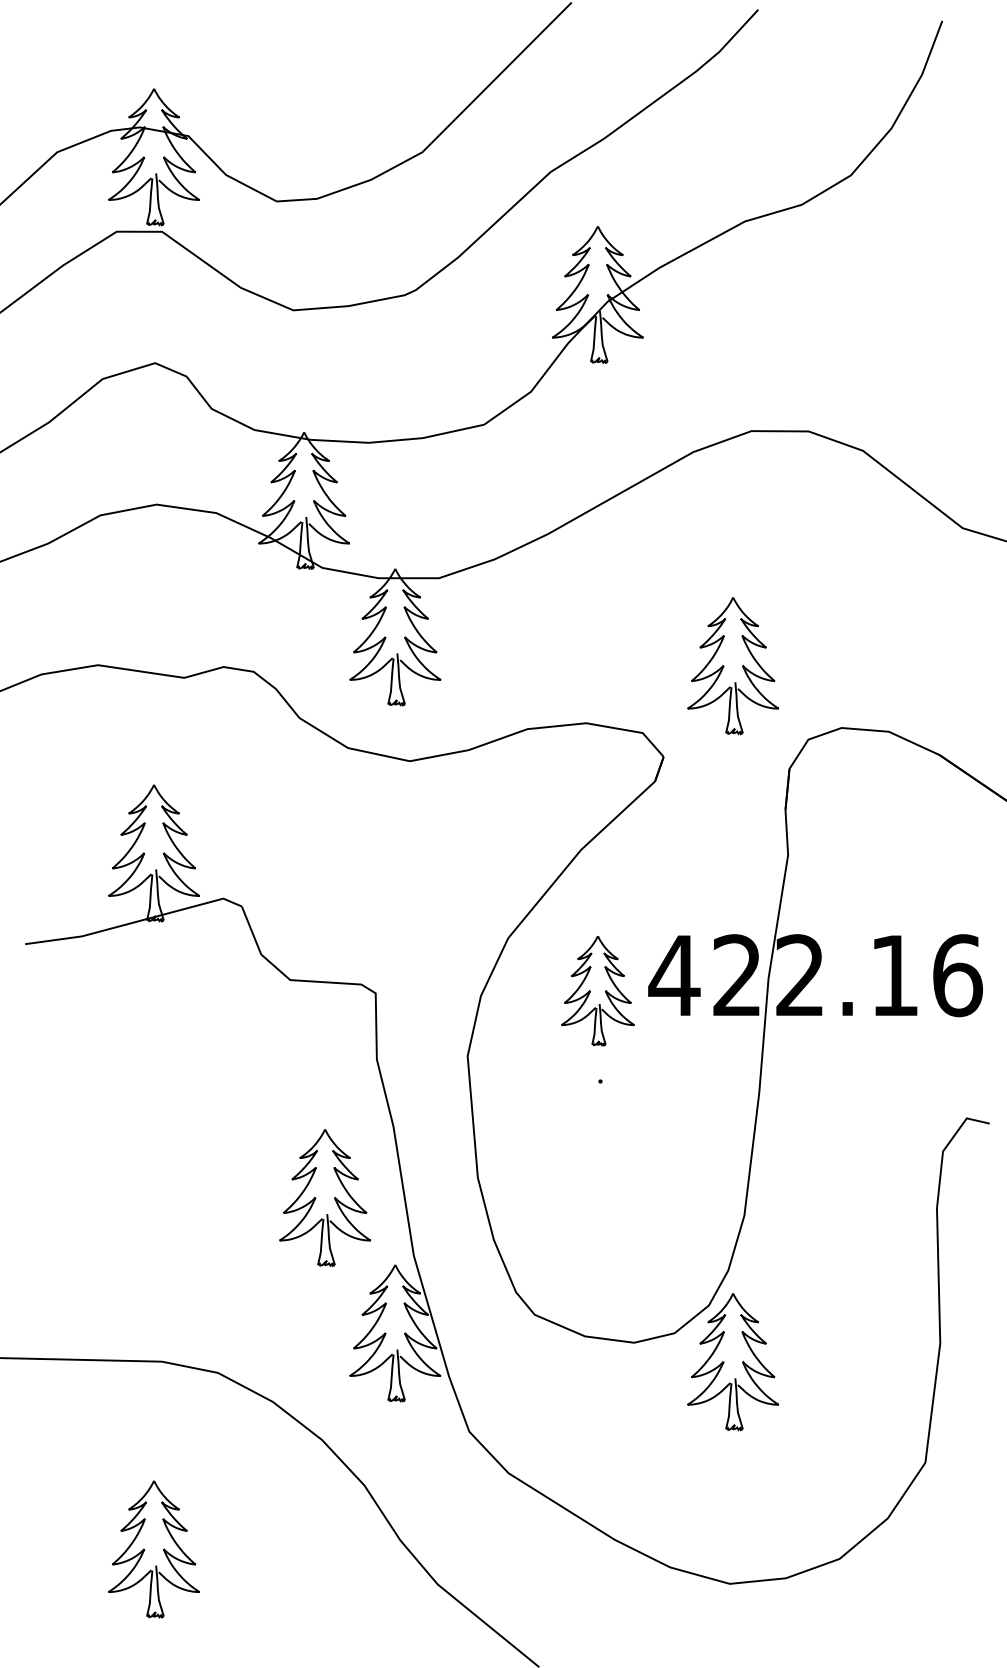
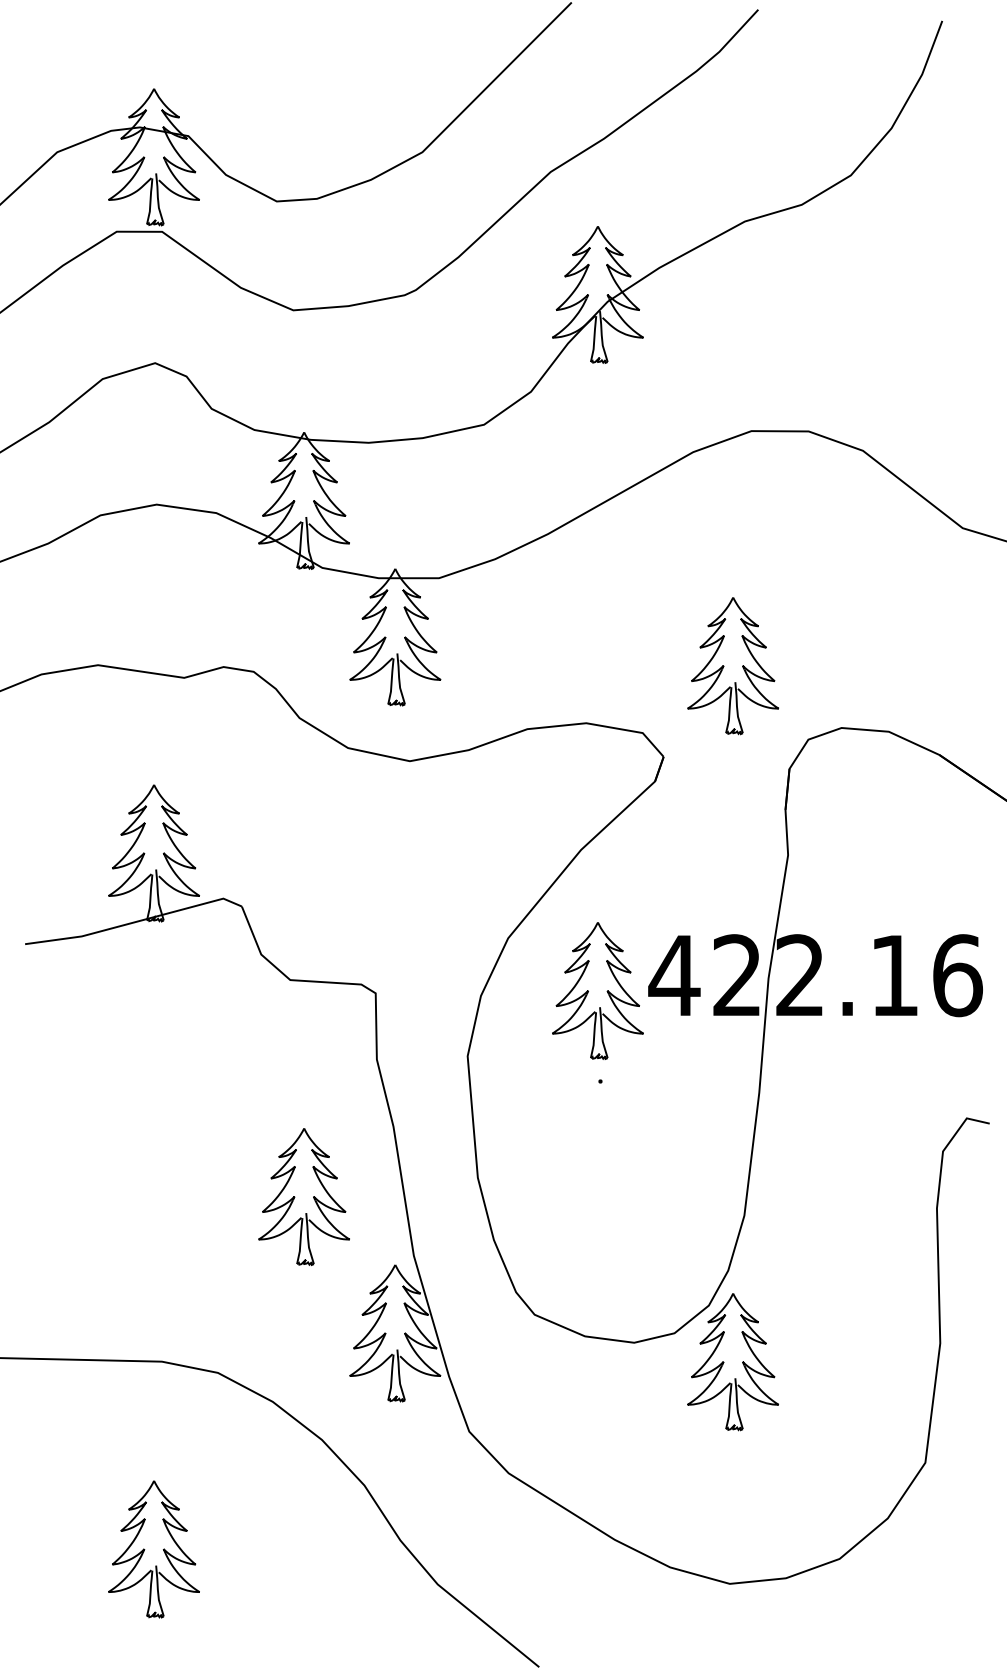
part at (597, 991) size: 74x111 px -> 92x138 px
part at (324, 1197) position: (324, 1197) -> (303, 1196)
